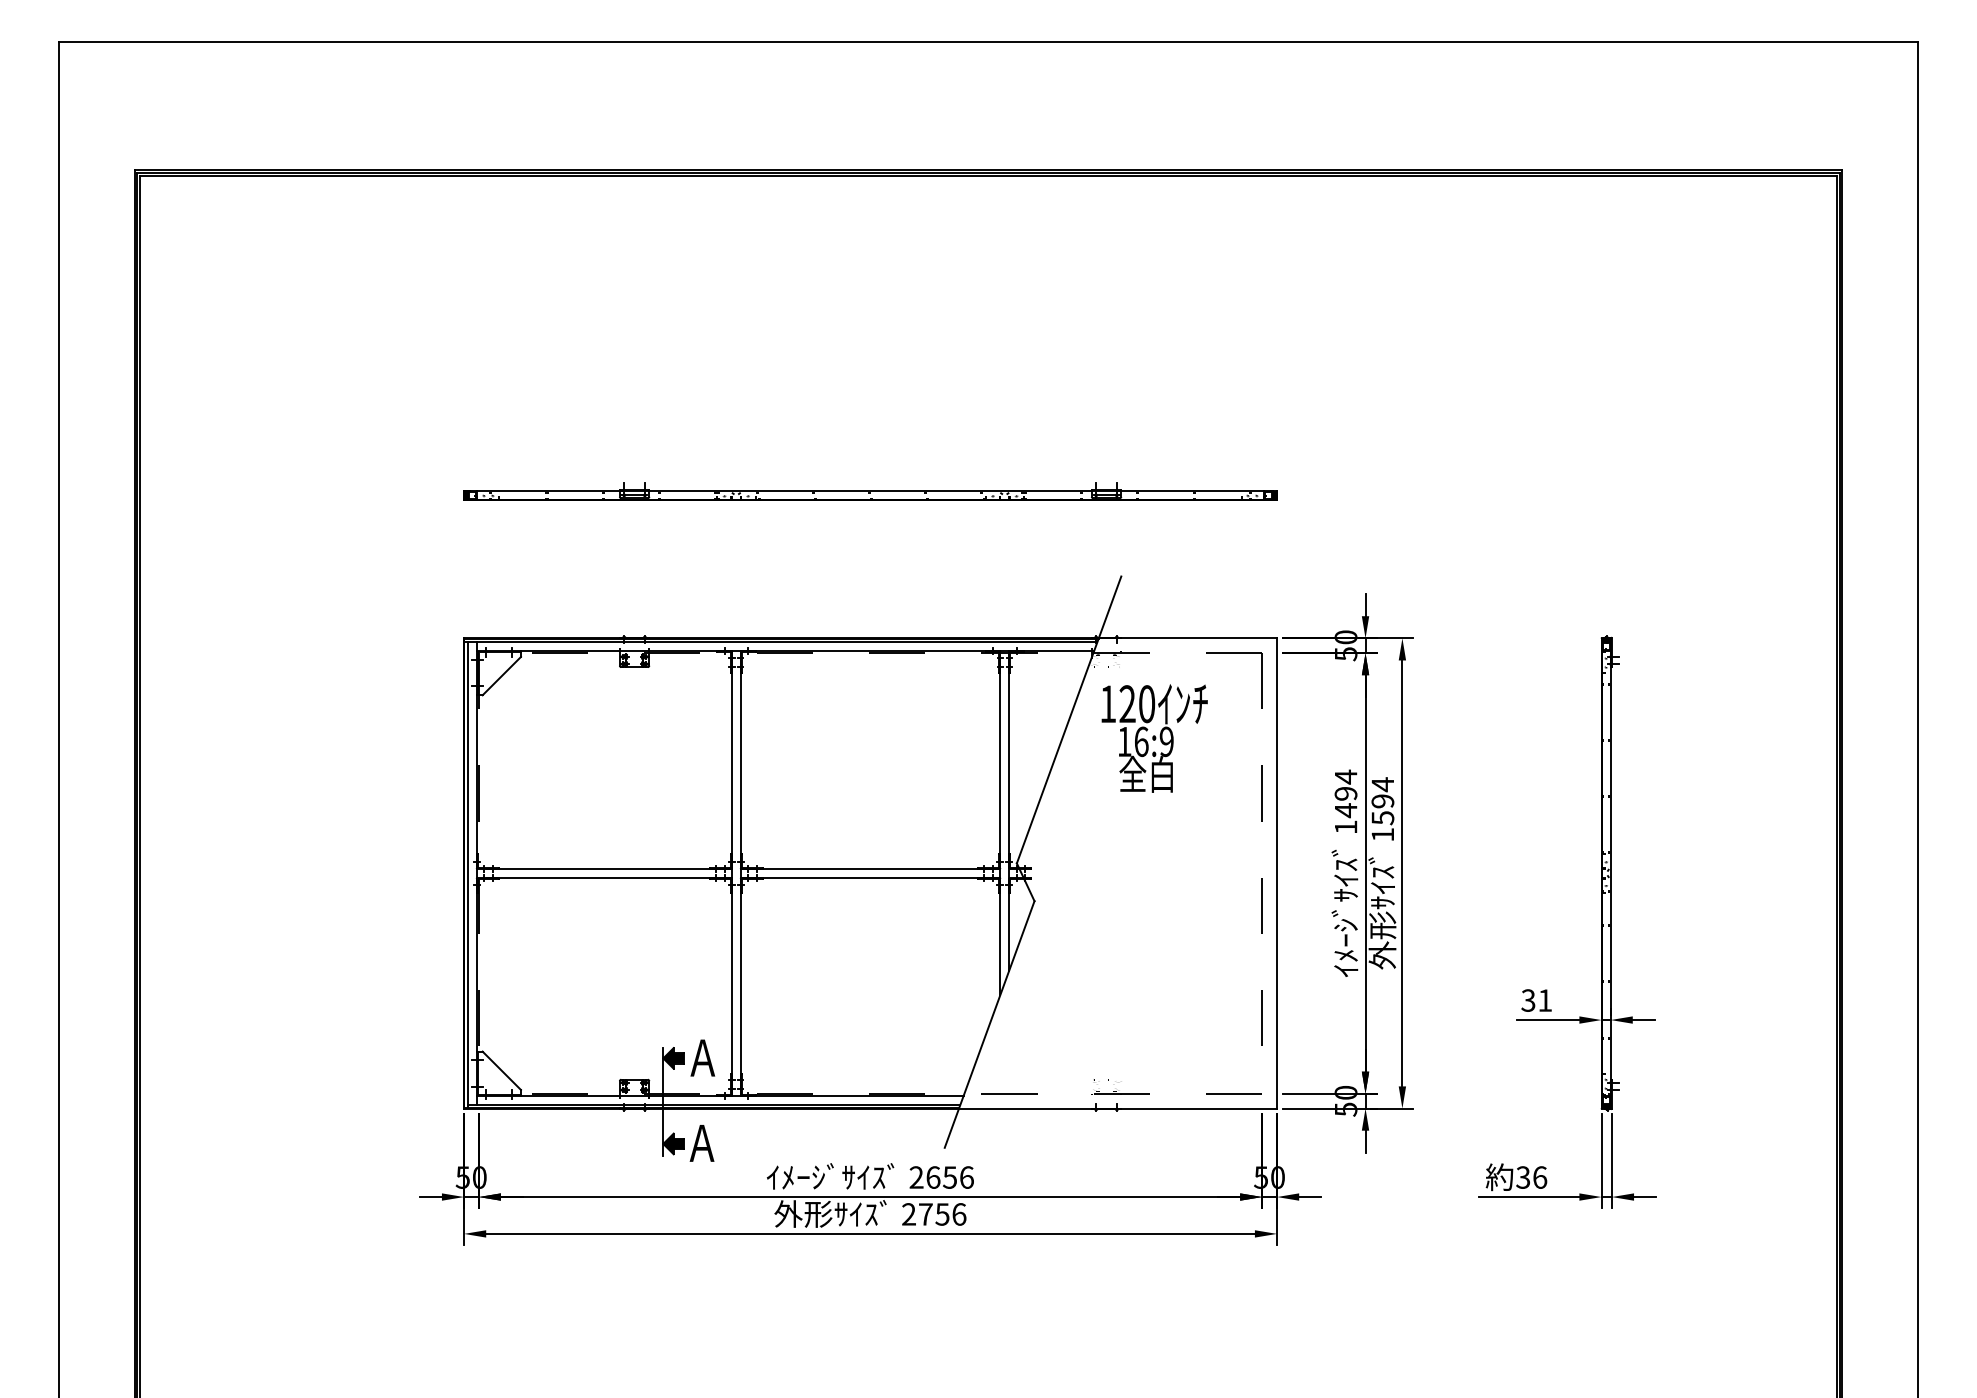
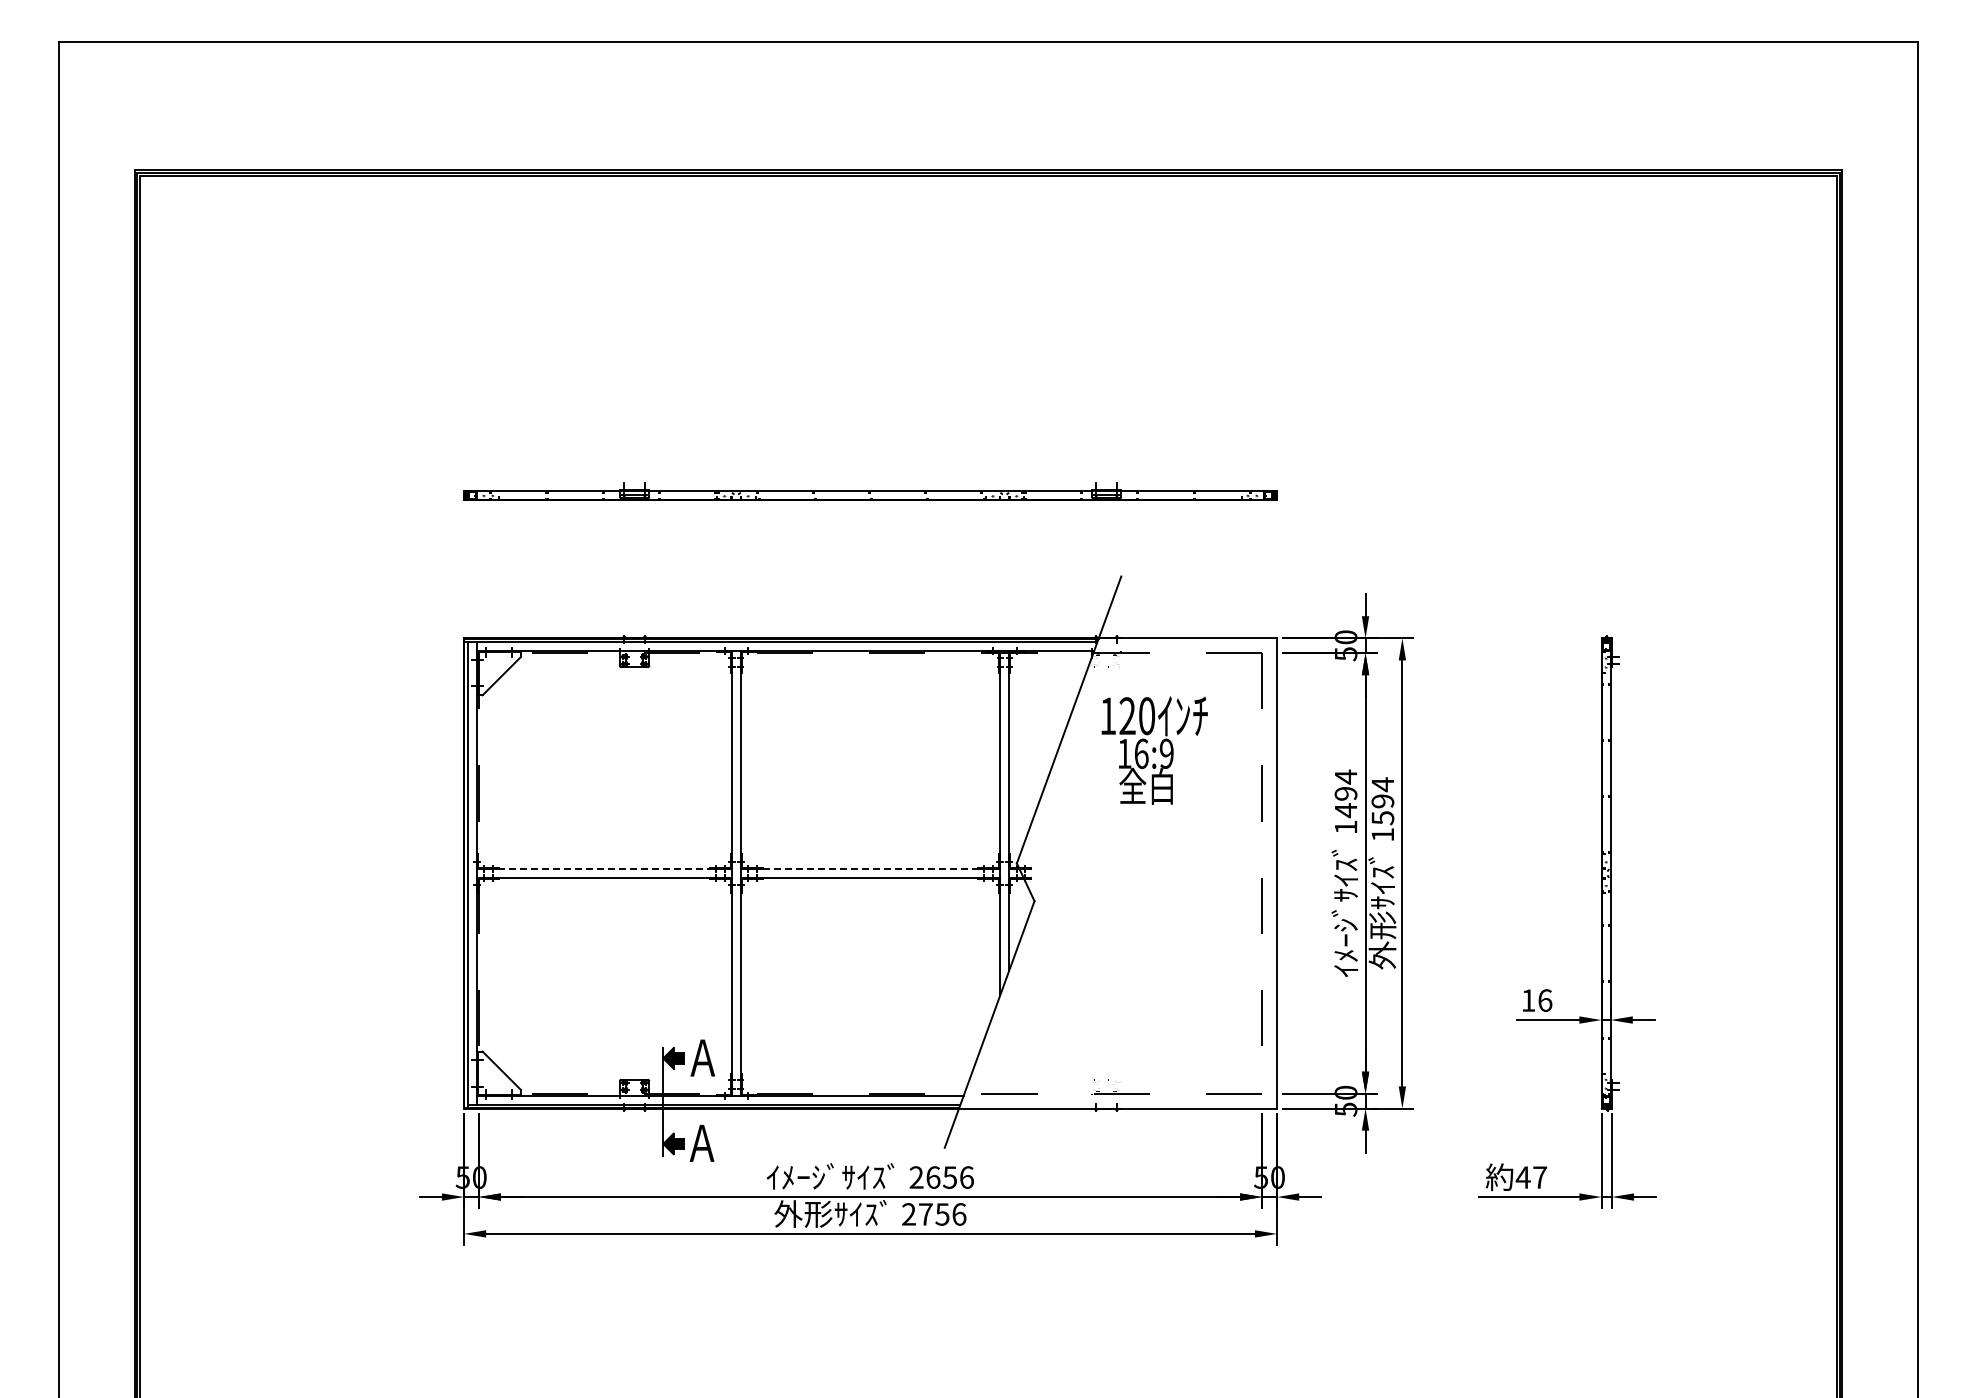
text at (1154, 738) position: (1154, 738) -> (1154, 750)
line at (610, 869): solid -> dashed
line at (870, 869): solid -> dashed
text at (1536, 1000): 31 -> 16
text at (1531, 1177): 36 -> 47
